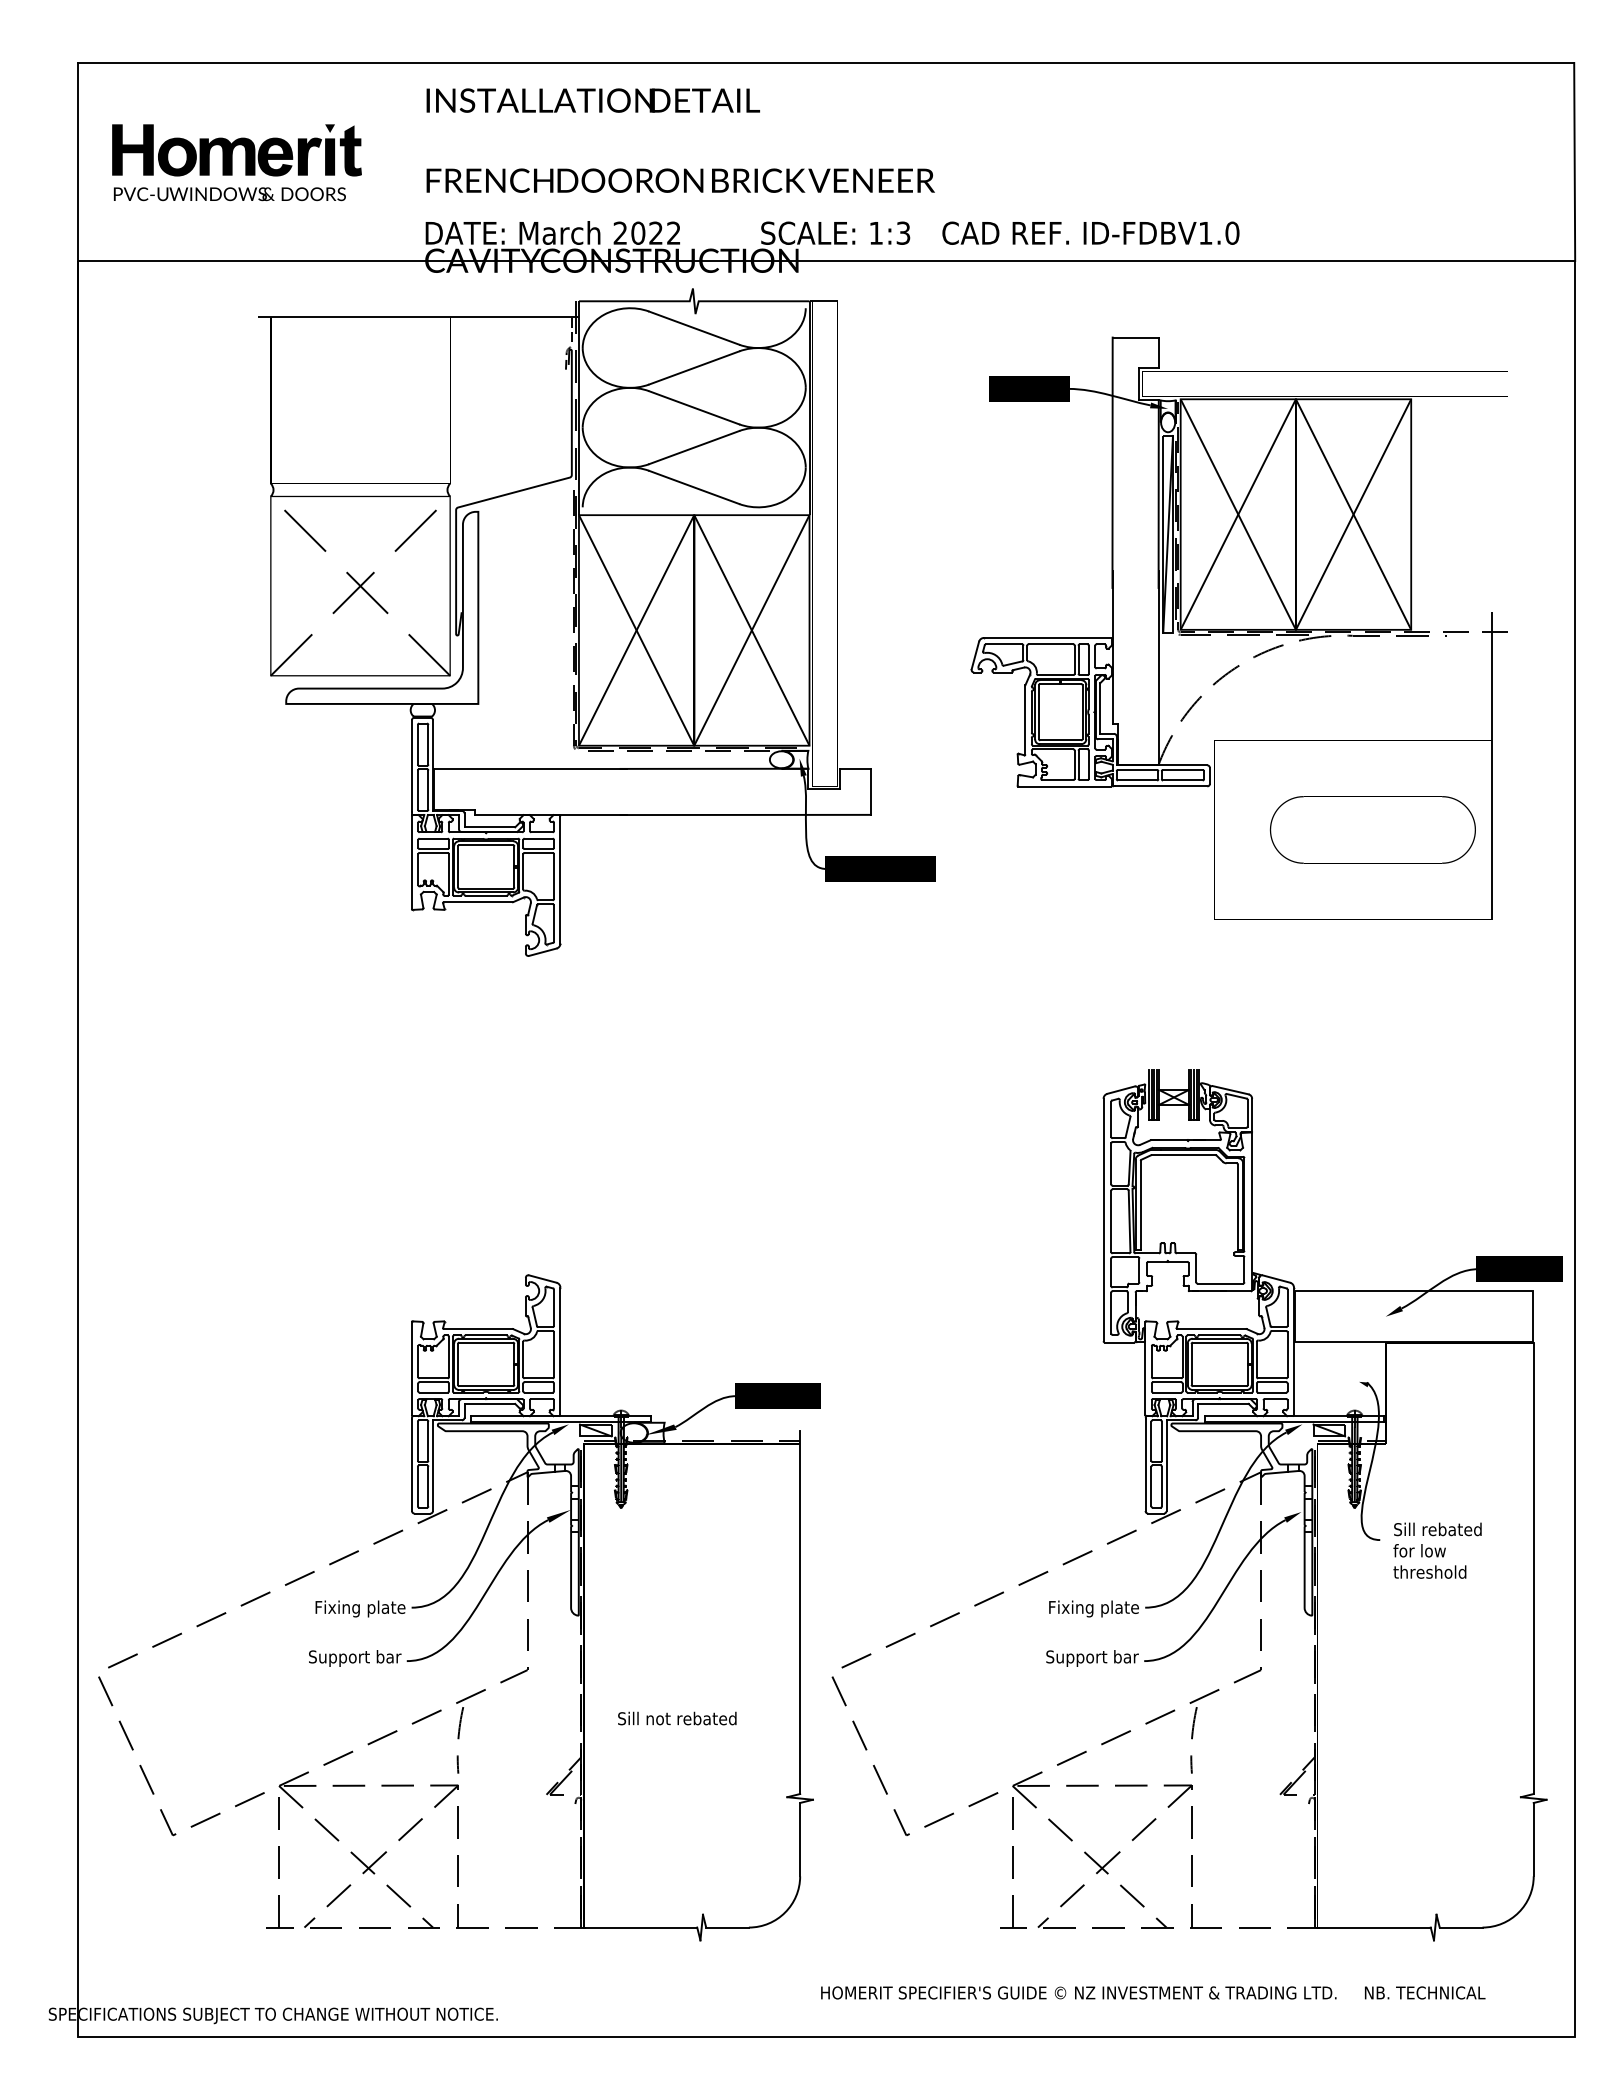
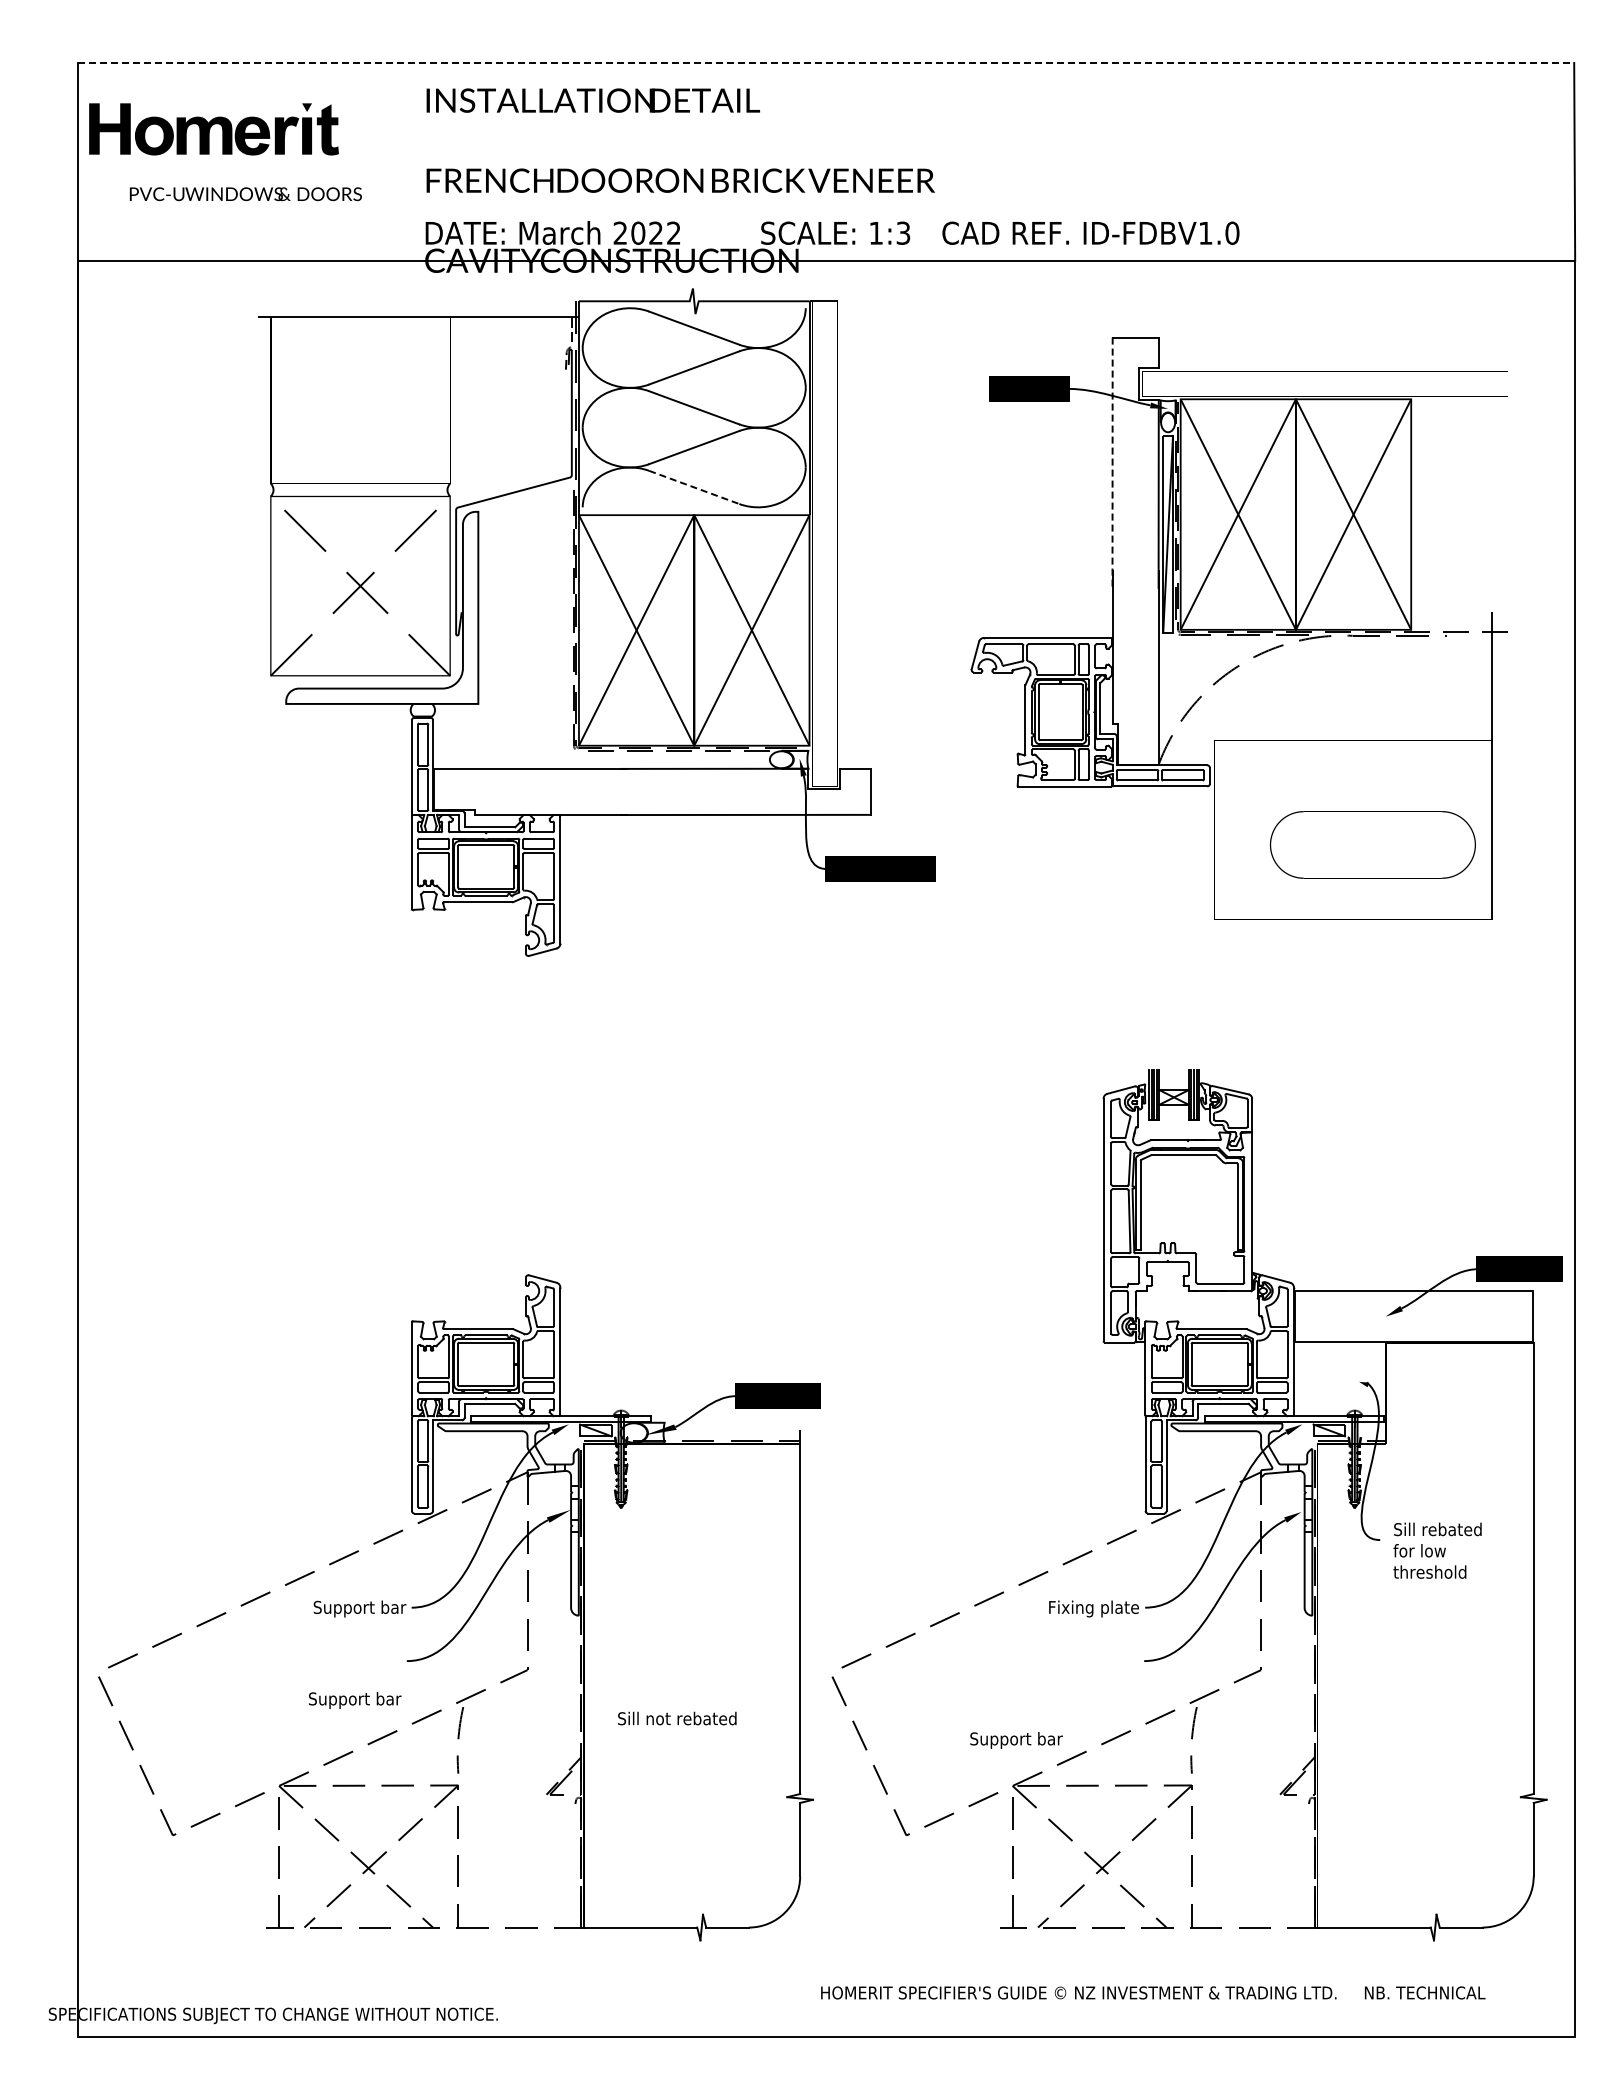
line at (826, 63): solid -> dashed
part at (236, 150) position: (236, 150) -> (213, 129)
text at (229, 194) position: (229, 194) -> (245, 194)
line at (1112, 463): solid -> dashed
line at (694, 487): solid -> dashed
part at (1372, 829) position: (1372, 829) -> (1372, 844)
text at (359, 1608): Fixing plate -> Support bar
text at (355, 1658) position: (355, 1658) -> (355, 1700)
text at (1092, 1658) position: (1092, 1658) -> (1016, 1740)
